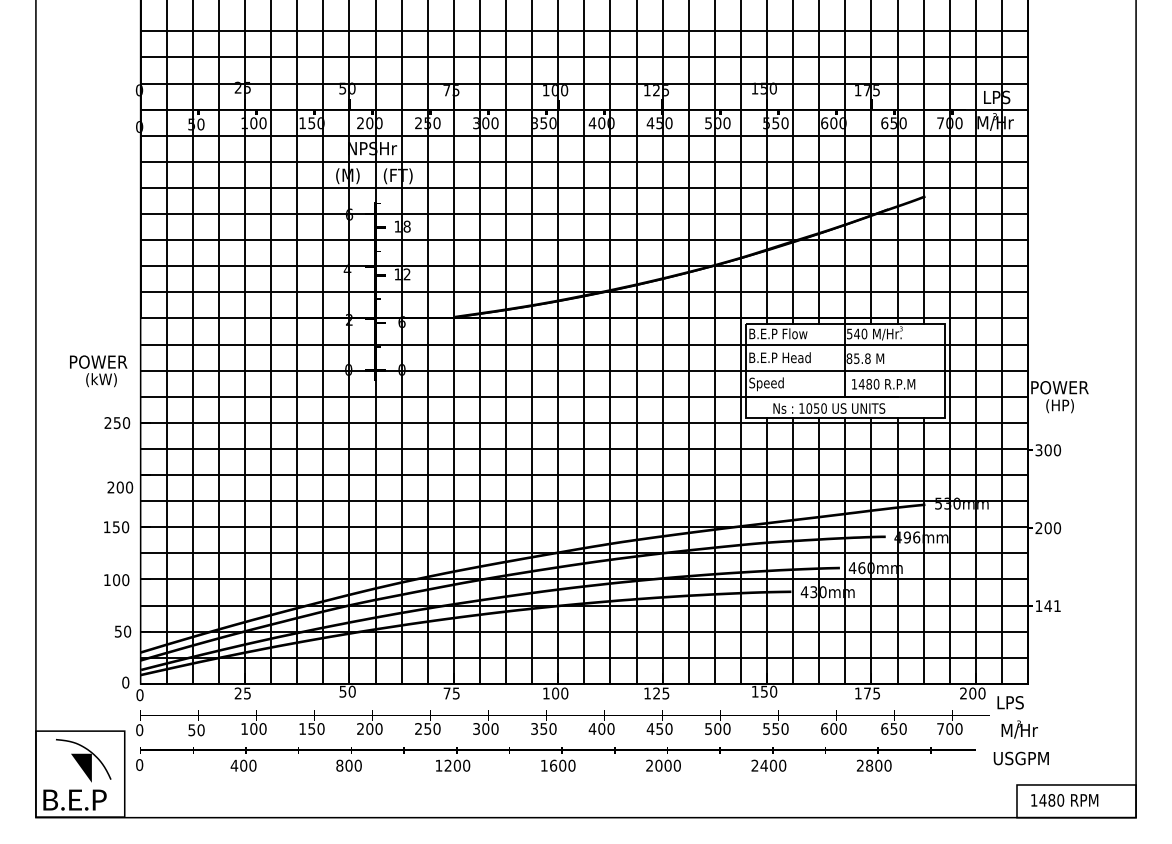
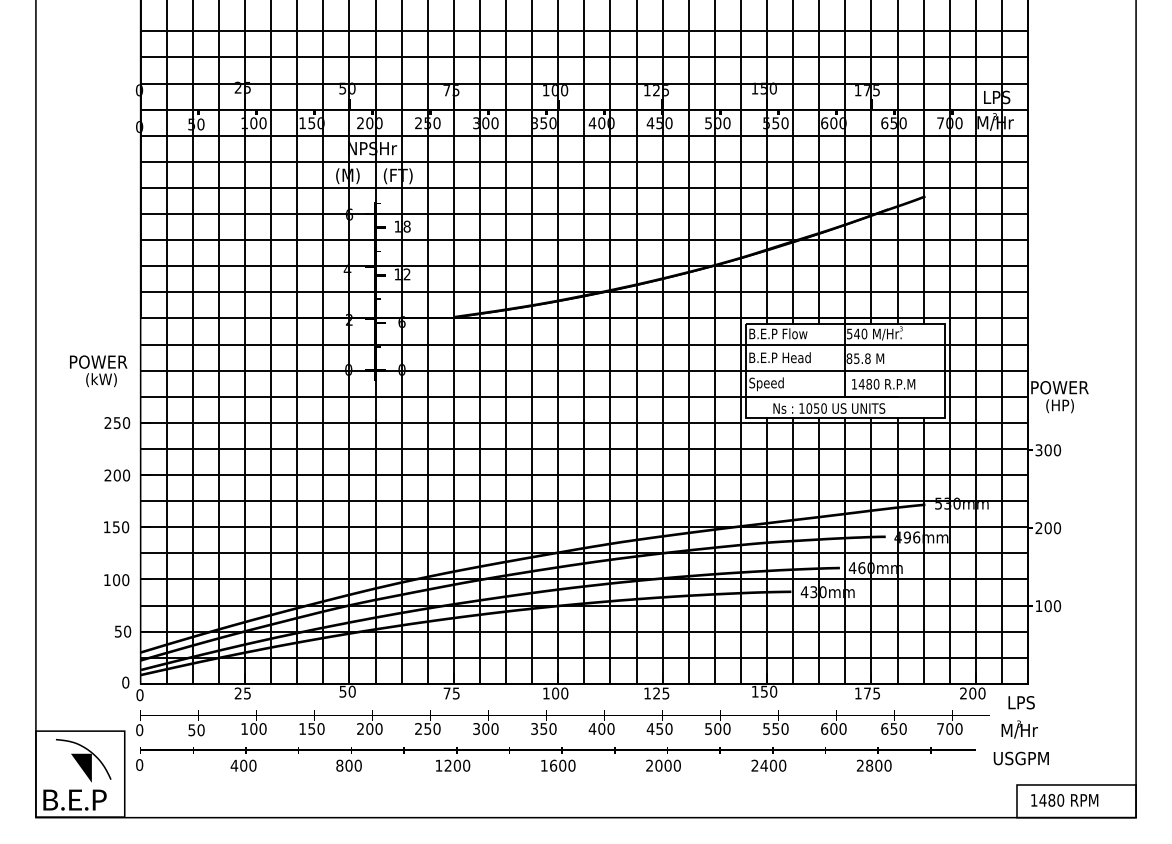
text at (120, 487) position: (120, 487) -> (117, 475)
text at (1052, 606): 141 -> 100
text at (1010, 702) position: (1010, 702) -> (1021, 702)
